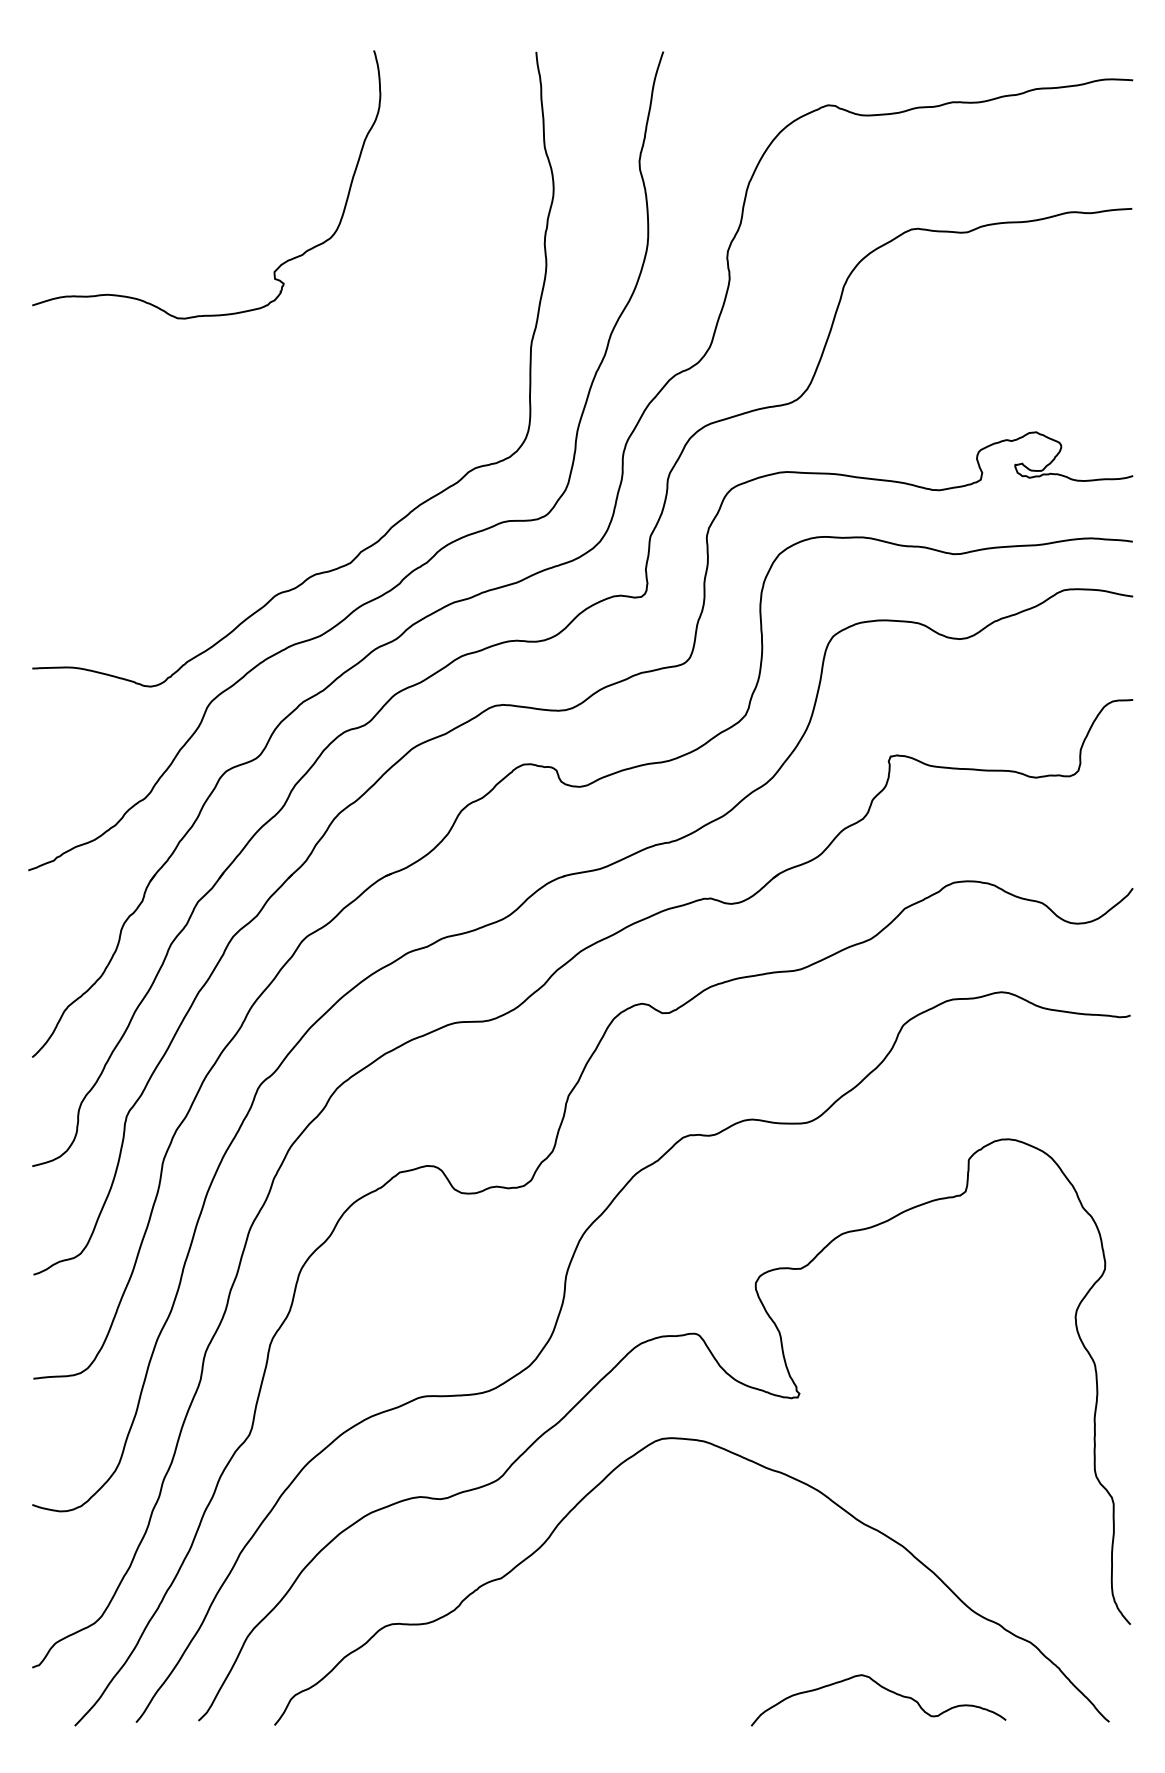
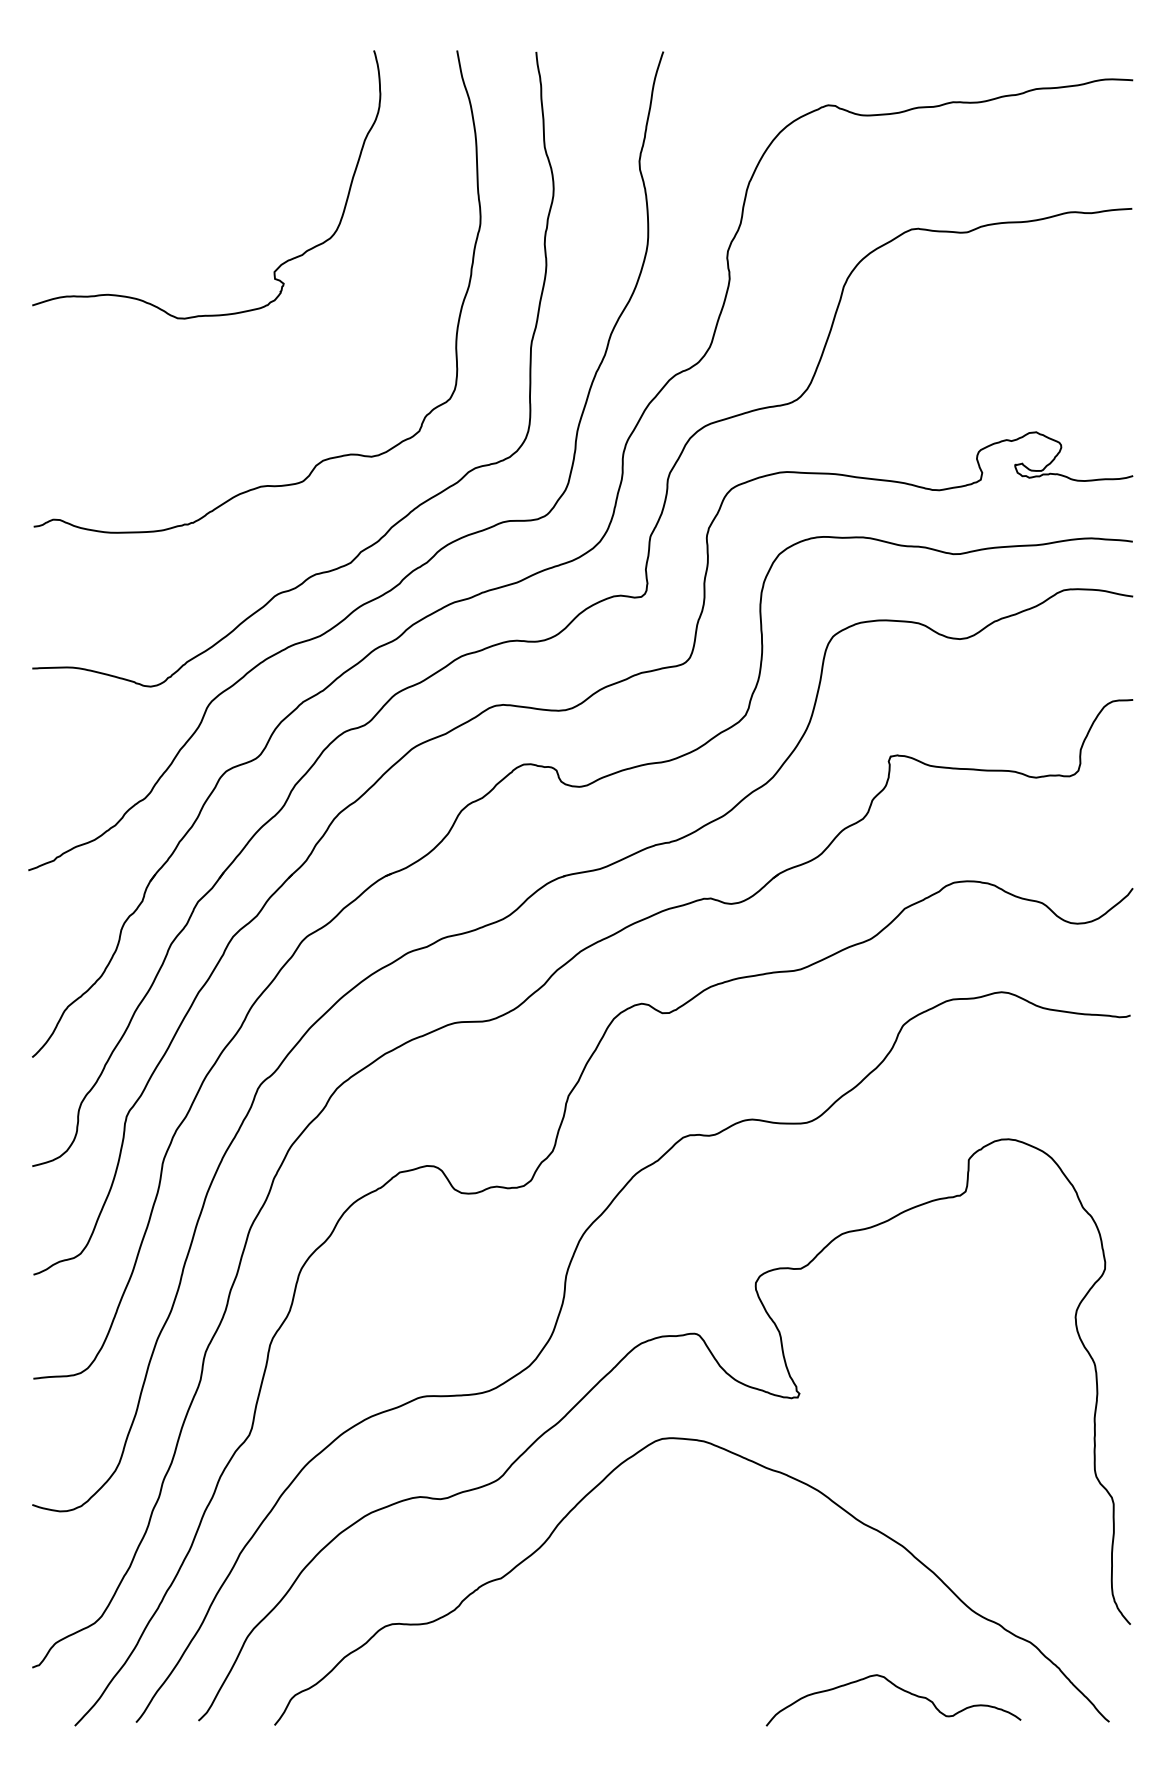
curve at (323, 459): none -> present
curve at (884, 1689) position: (884, 1689) -> (899, 1689)
